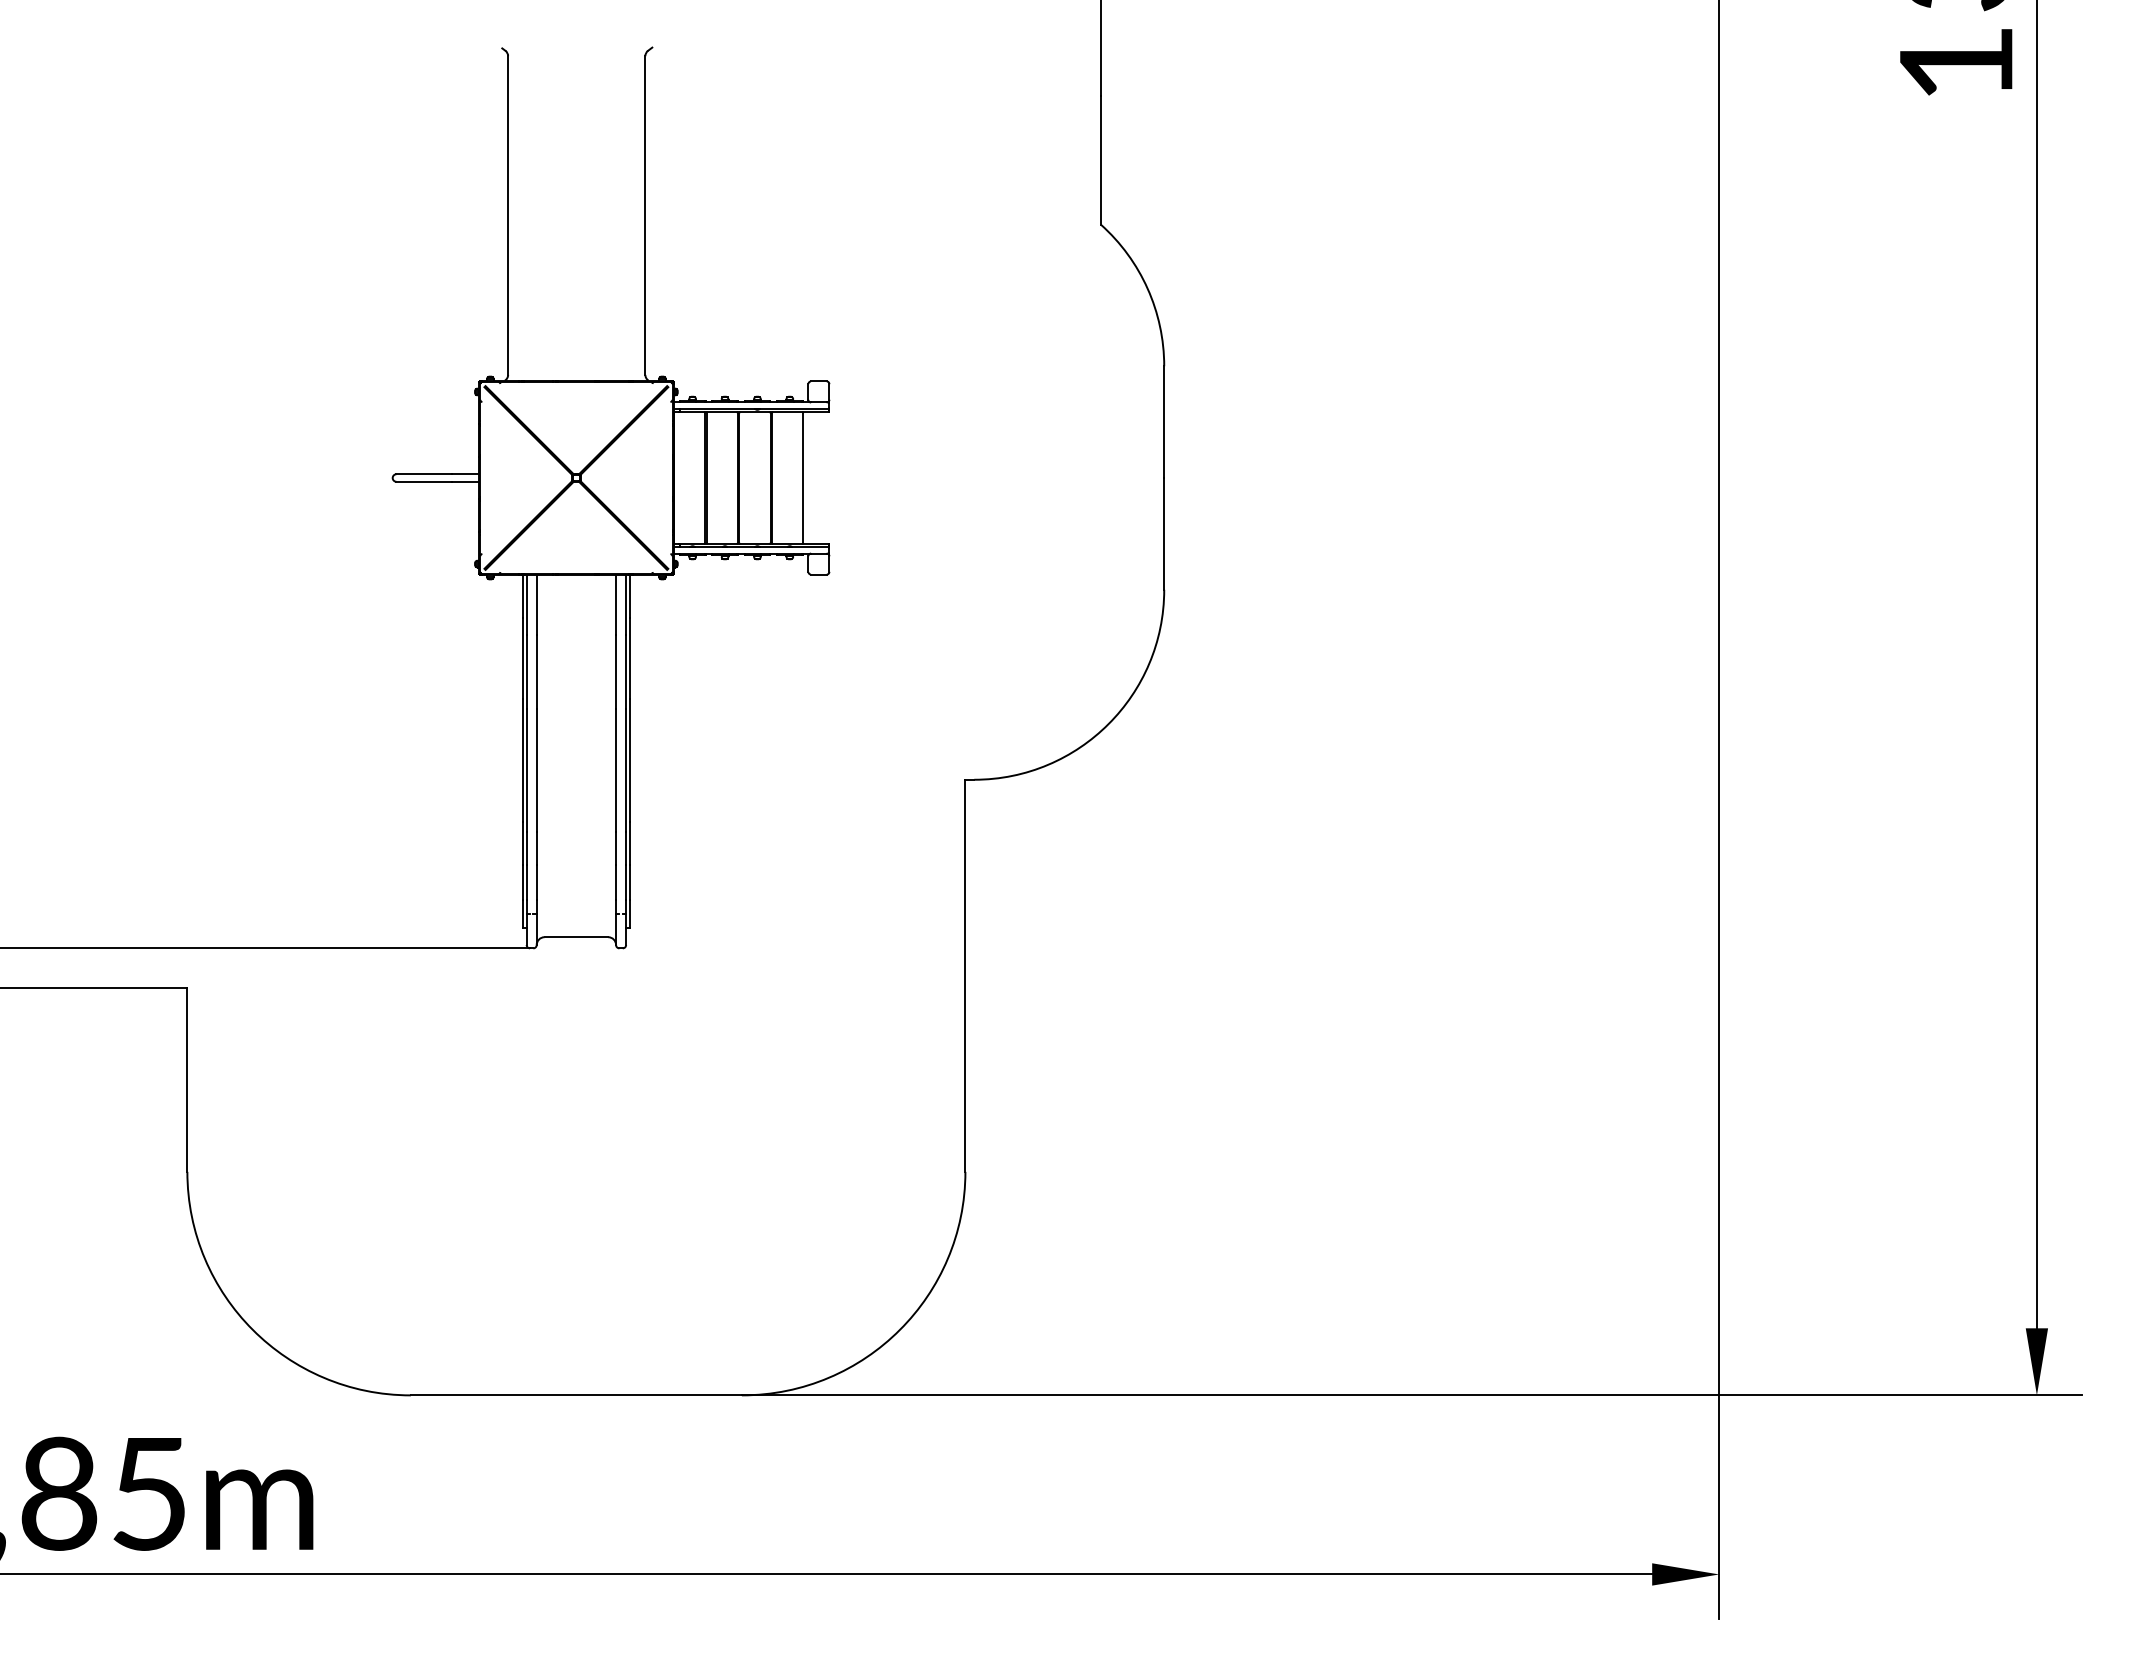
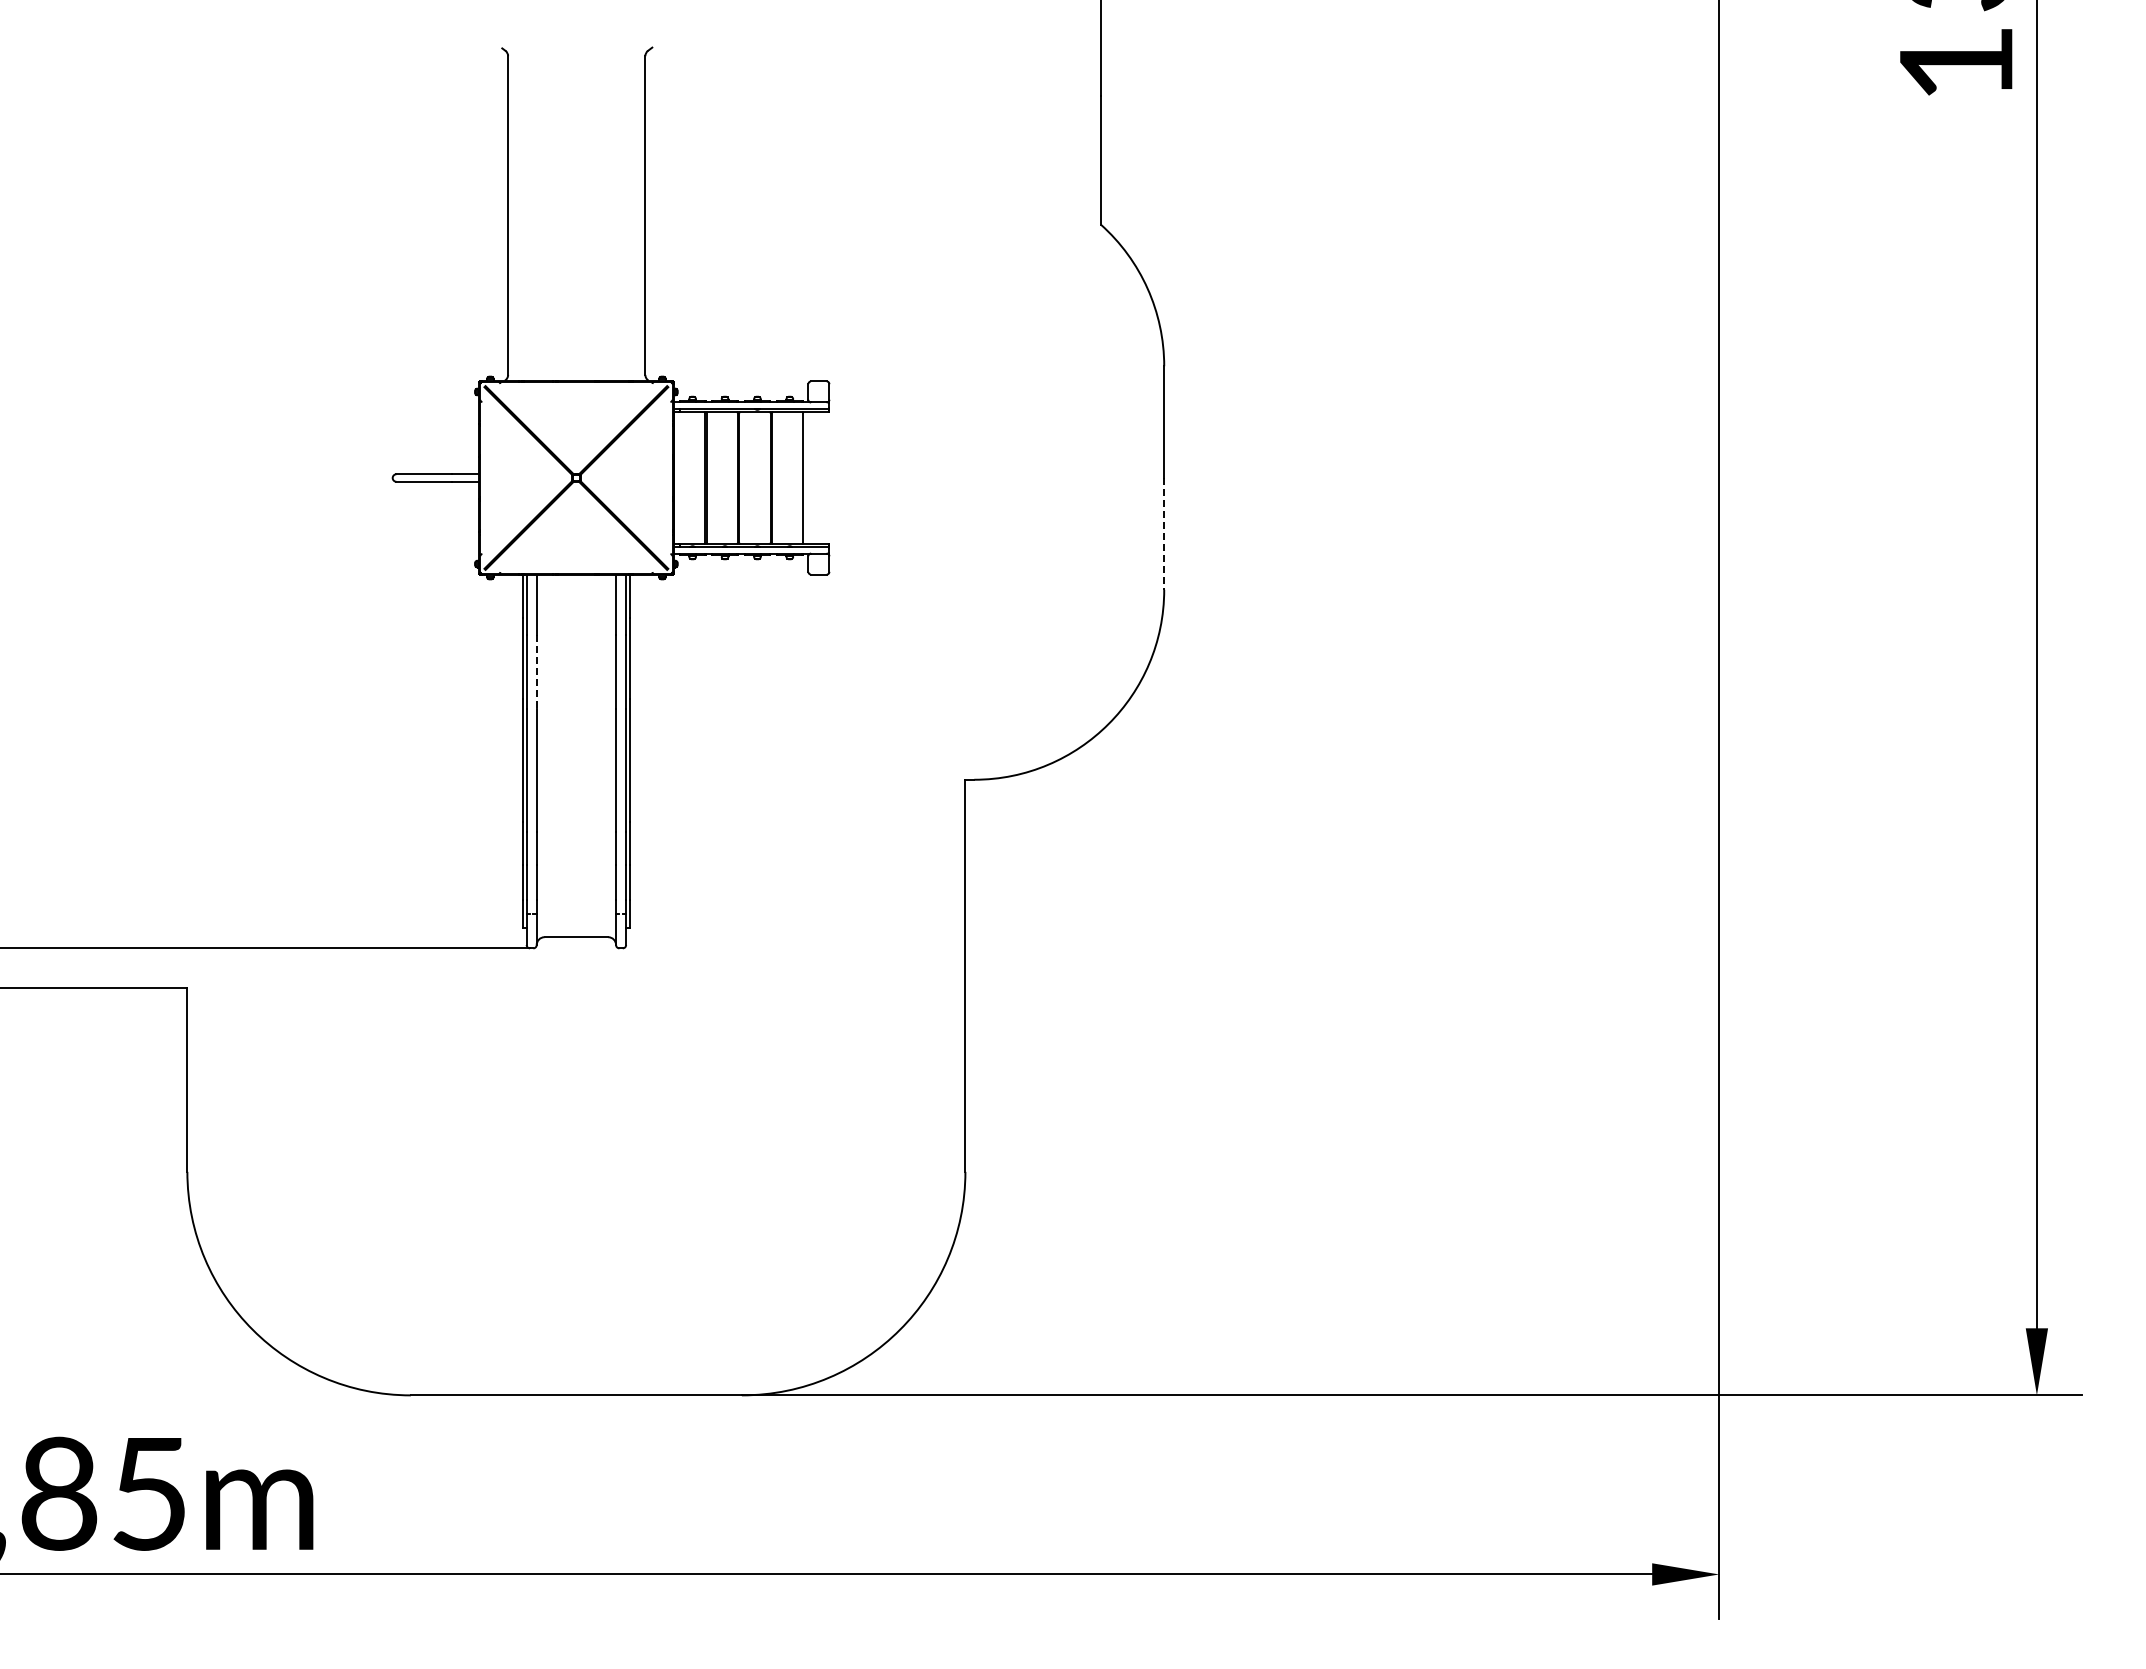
line at (1164, 533): solid -> dashed
line at (536, 672): solid -> dashed
